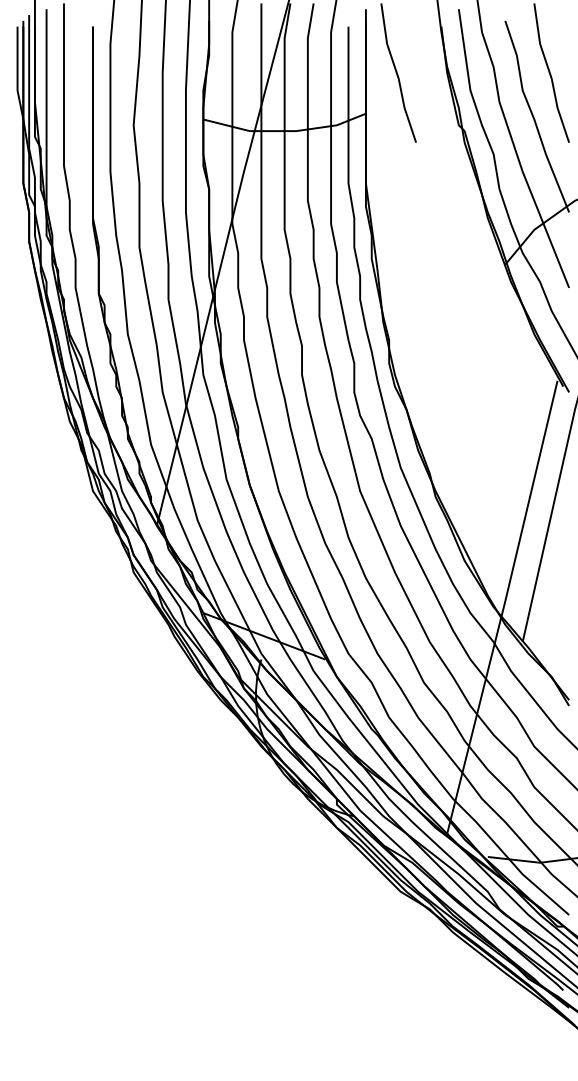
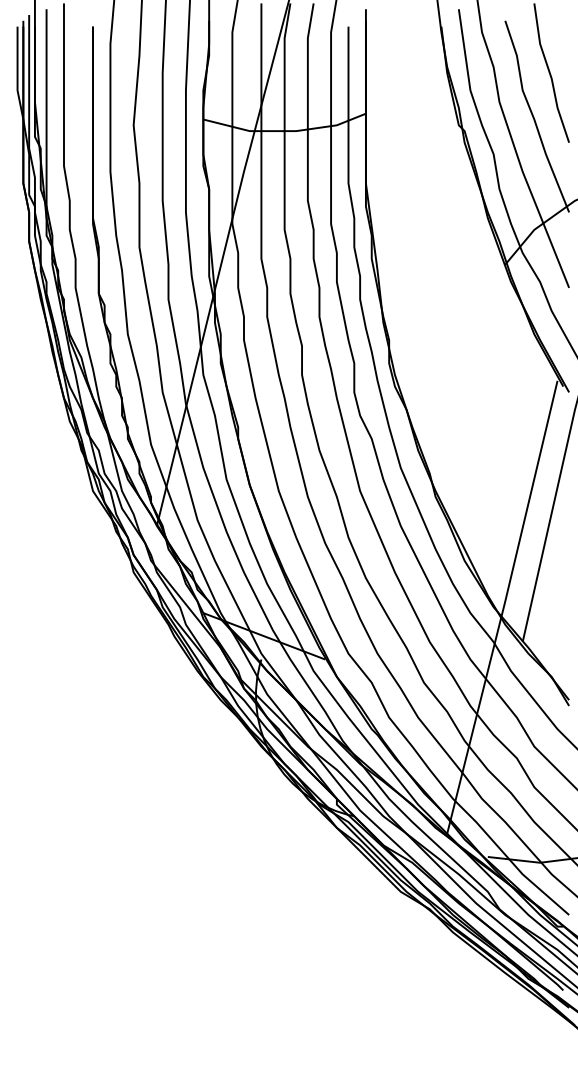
line at (397, 72): present -> none
